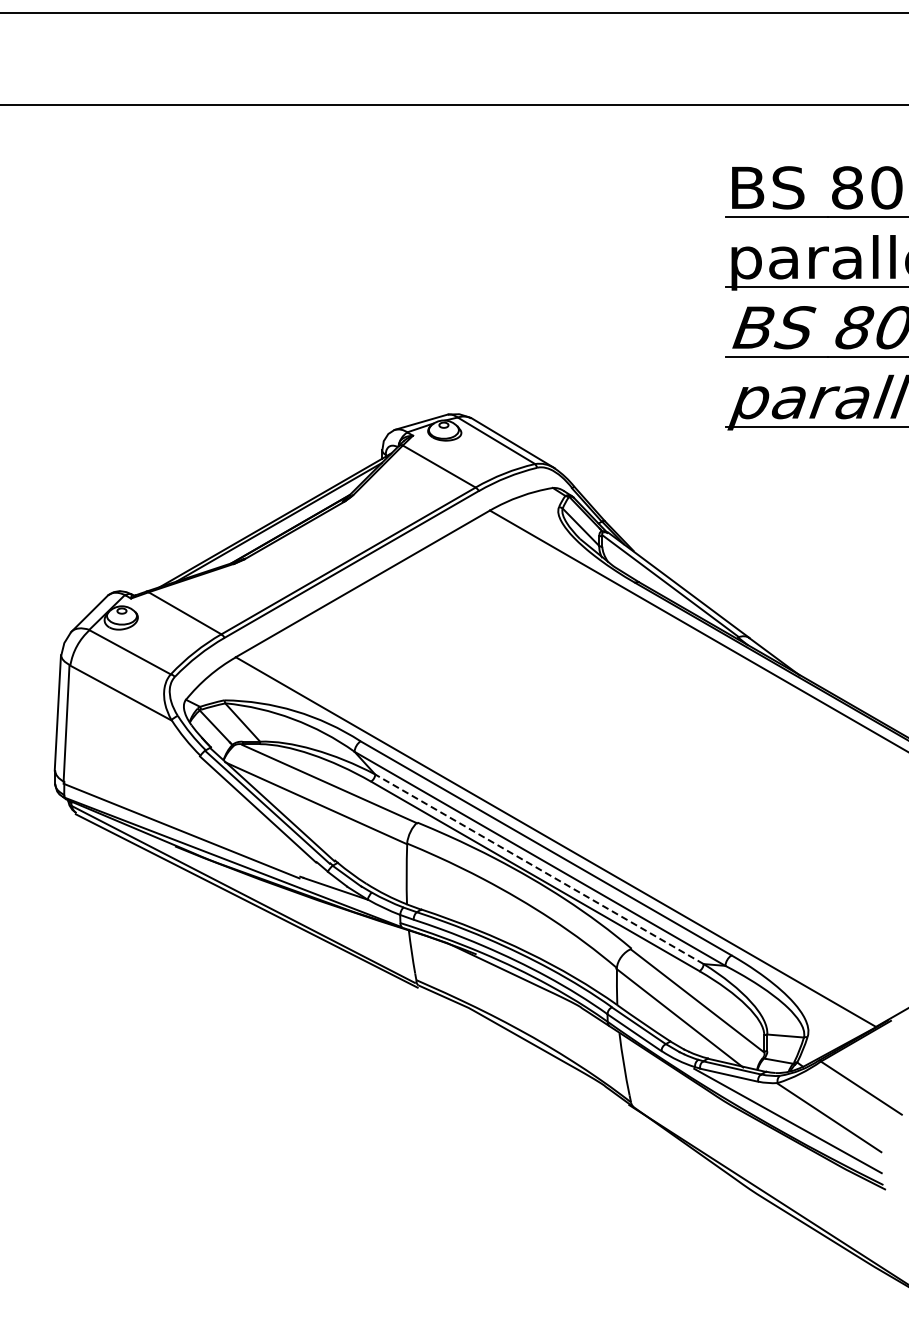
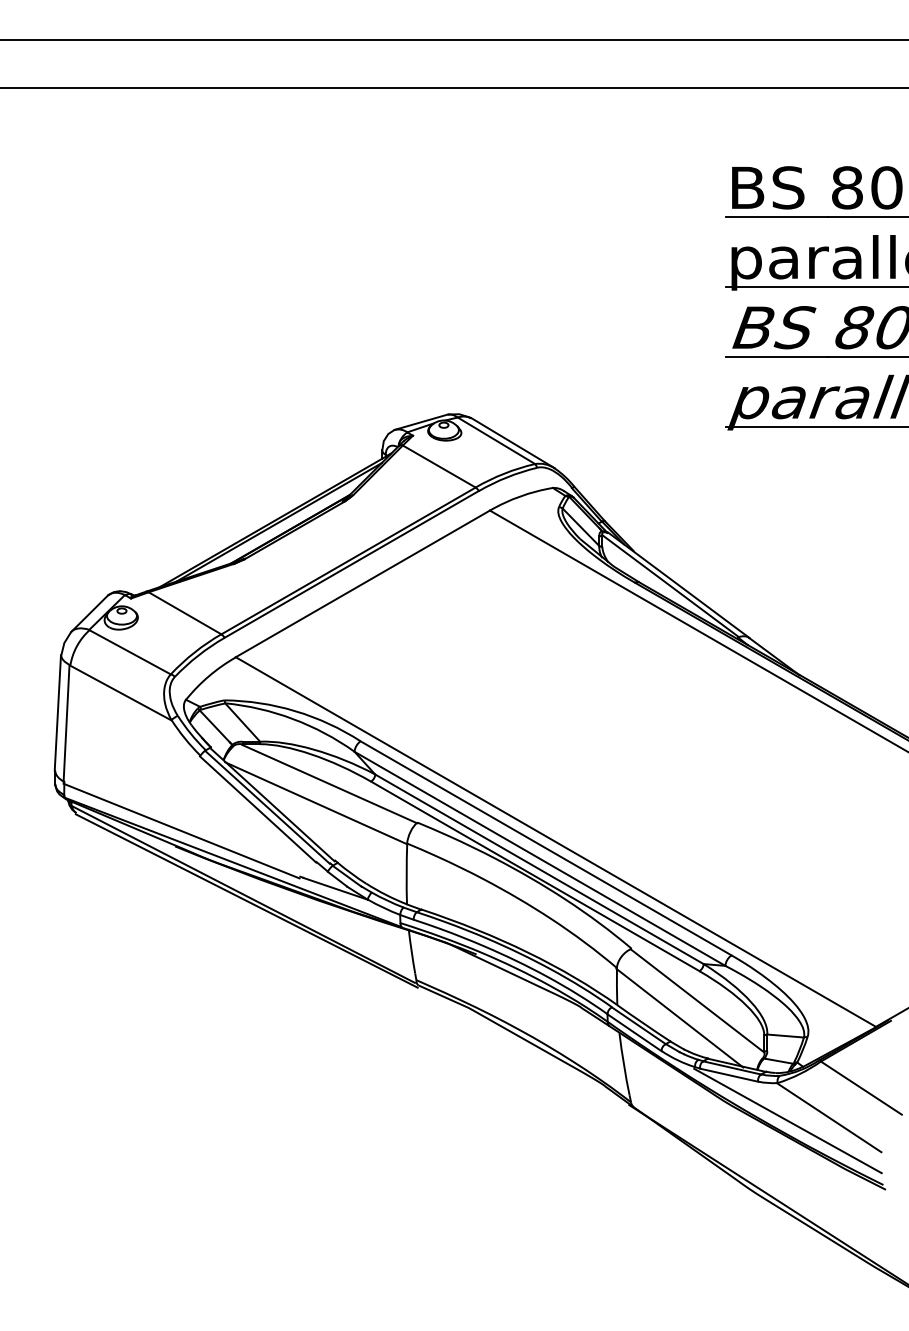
line at (453, 12) position: (453, 12) -> (453, 39)
line at (453, 104) position: (453, 104) -> (453, 87)
line at (539, 869): dashed -> solid
